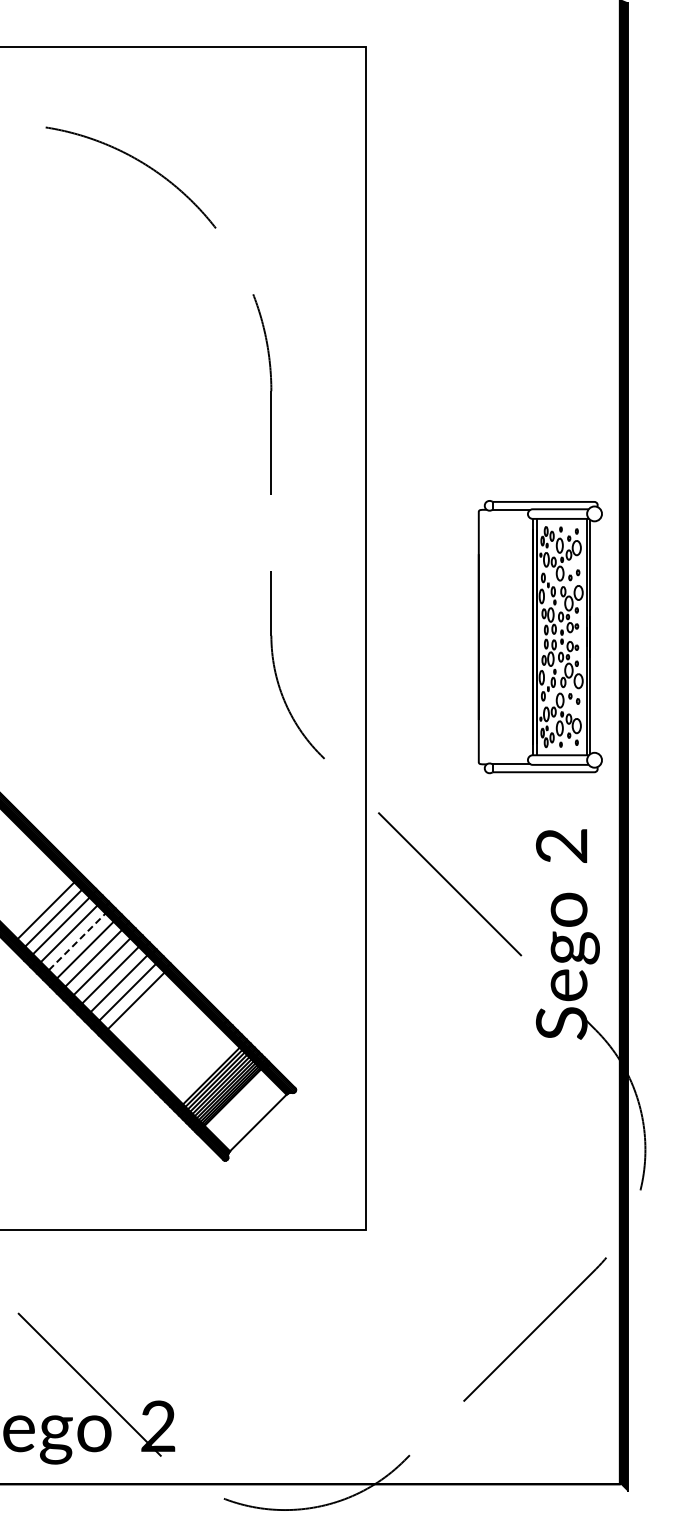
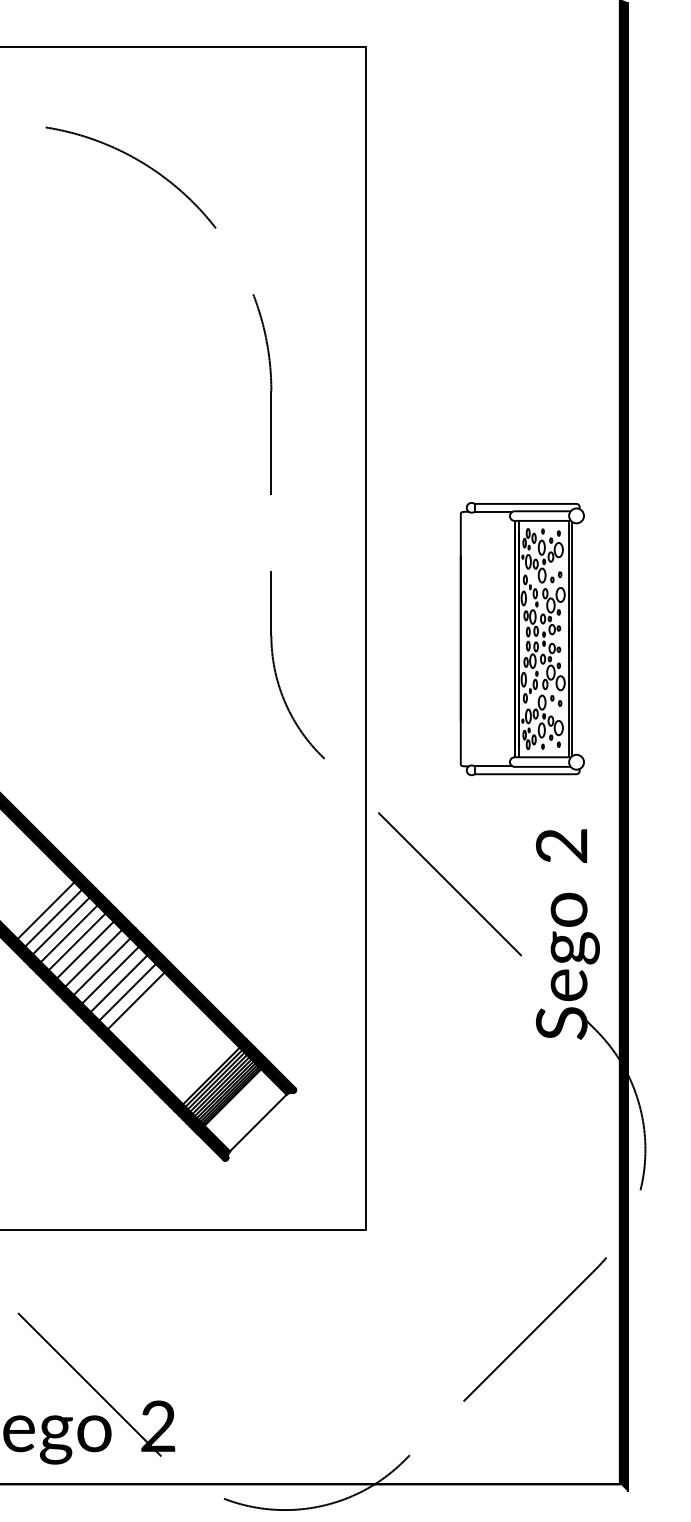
part at (539, 637) position: (539, 637) -> (521, 639)
line at (77, 941): dashed -> solid
